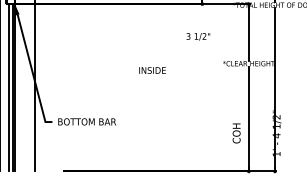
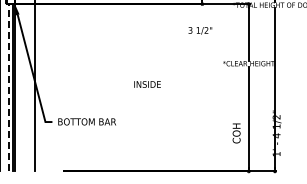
text at (198, 36) position: (198, 36) -> (200, 30)
text at (152, 70) position: (152, 70) -> (147, 84)
line at (8, 87): solid -> dashed
